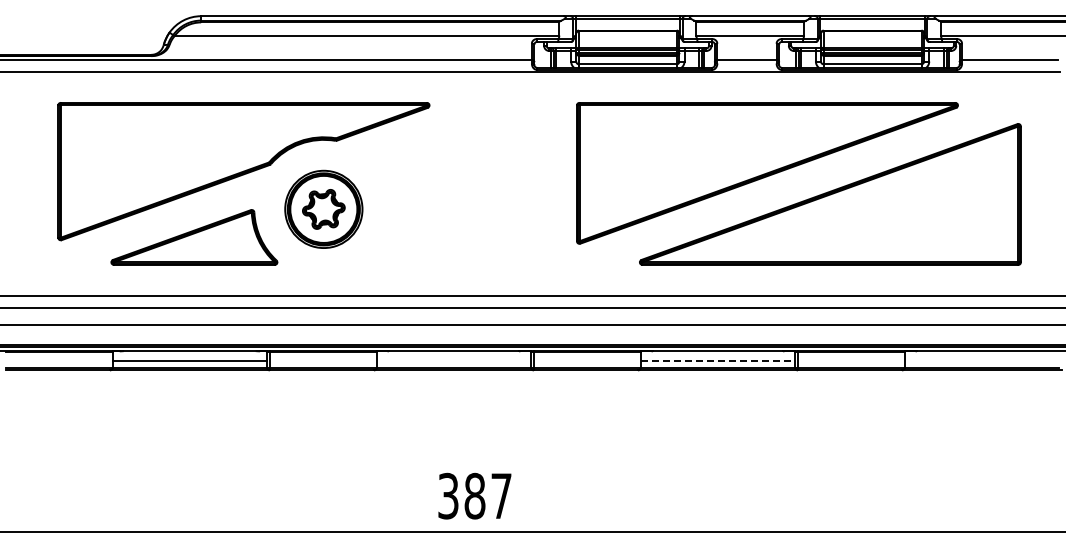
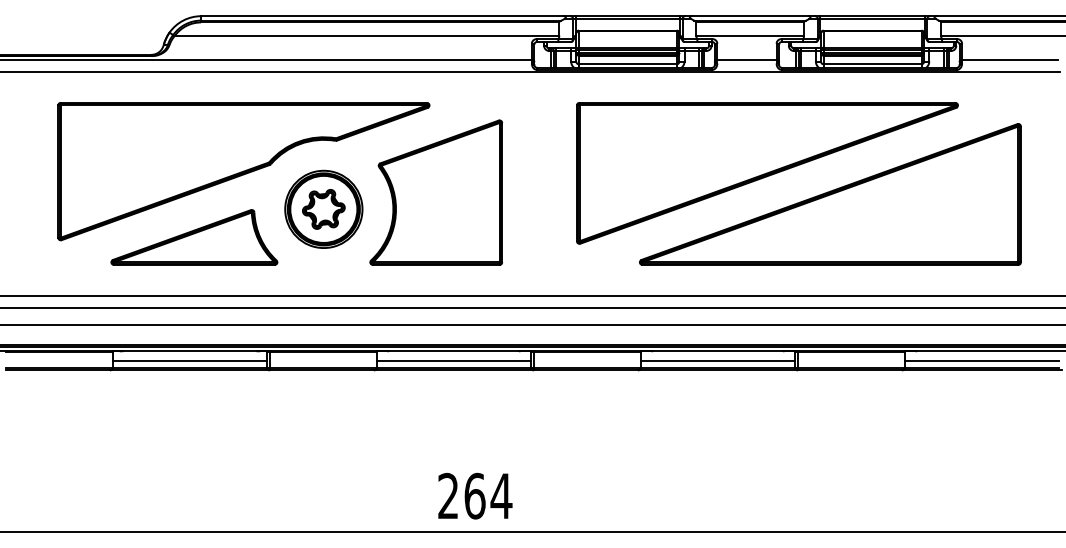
part at (436, 192): none -> present
line at (453, 360): none -> present
line at (718, 360): dashed -> solid
line at (981, 360): none -> present
text at (475, 495): 387 -> 264
